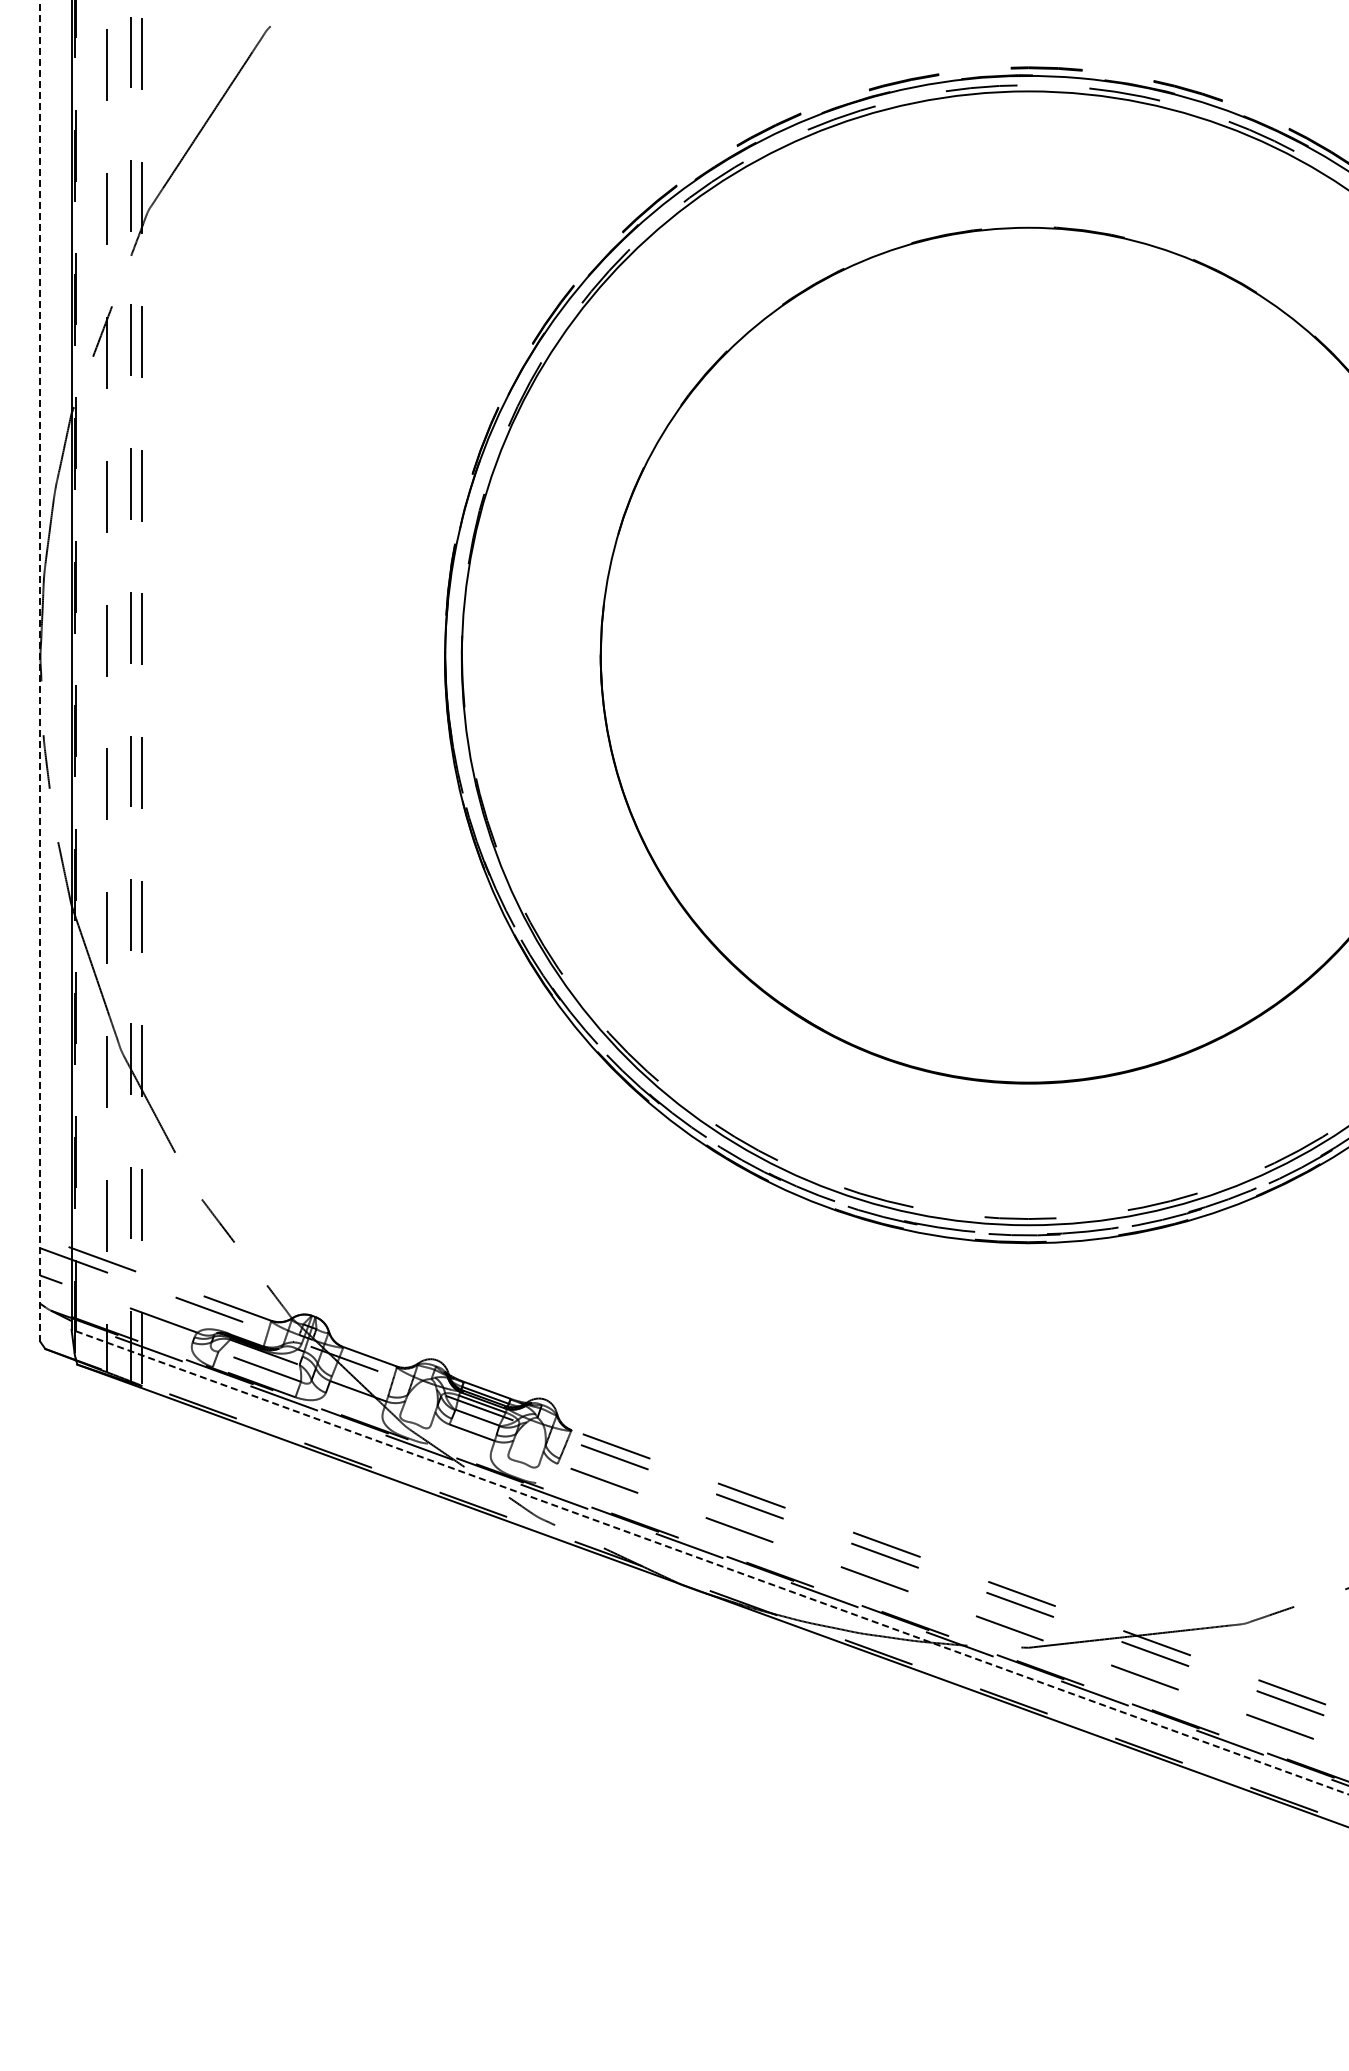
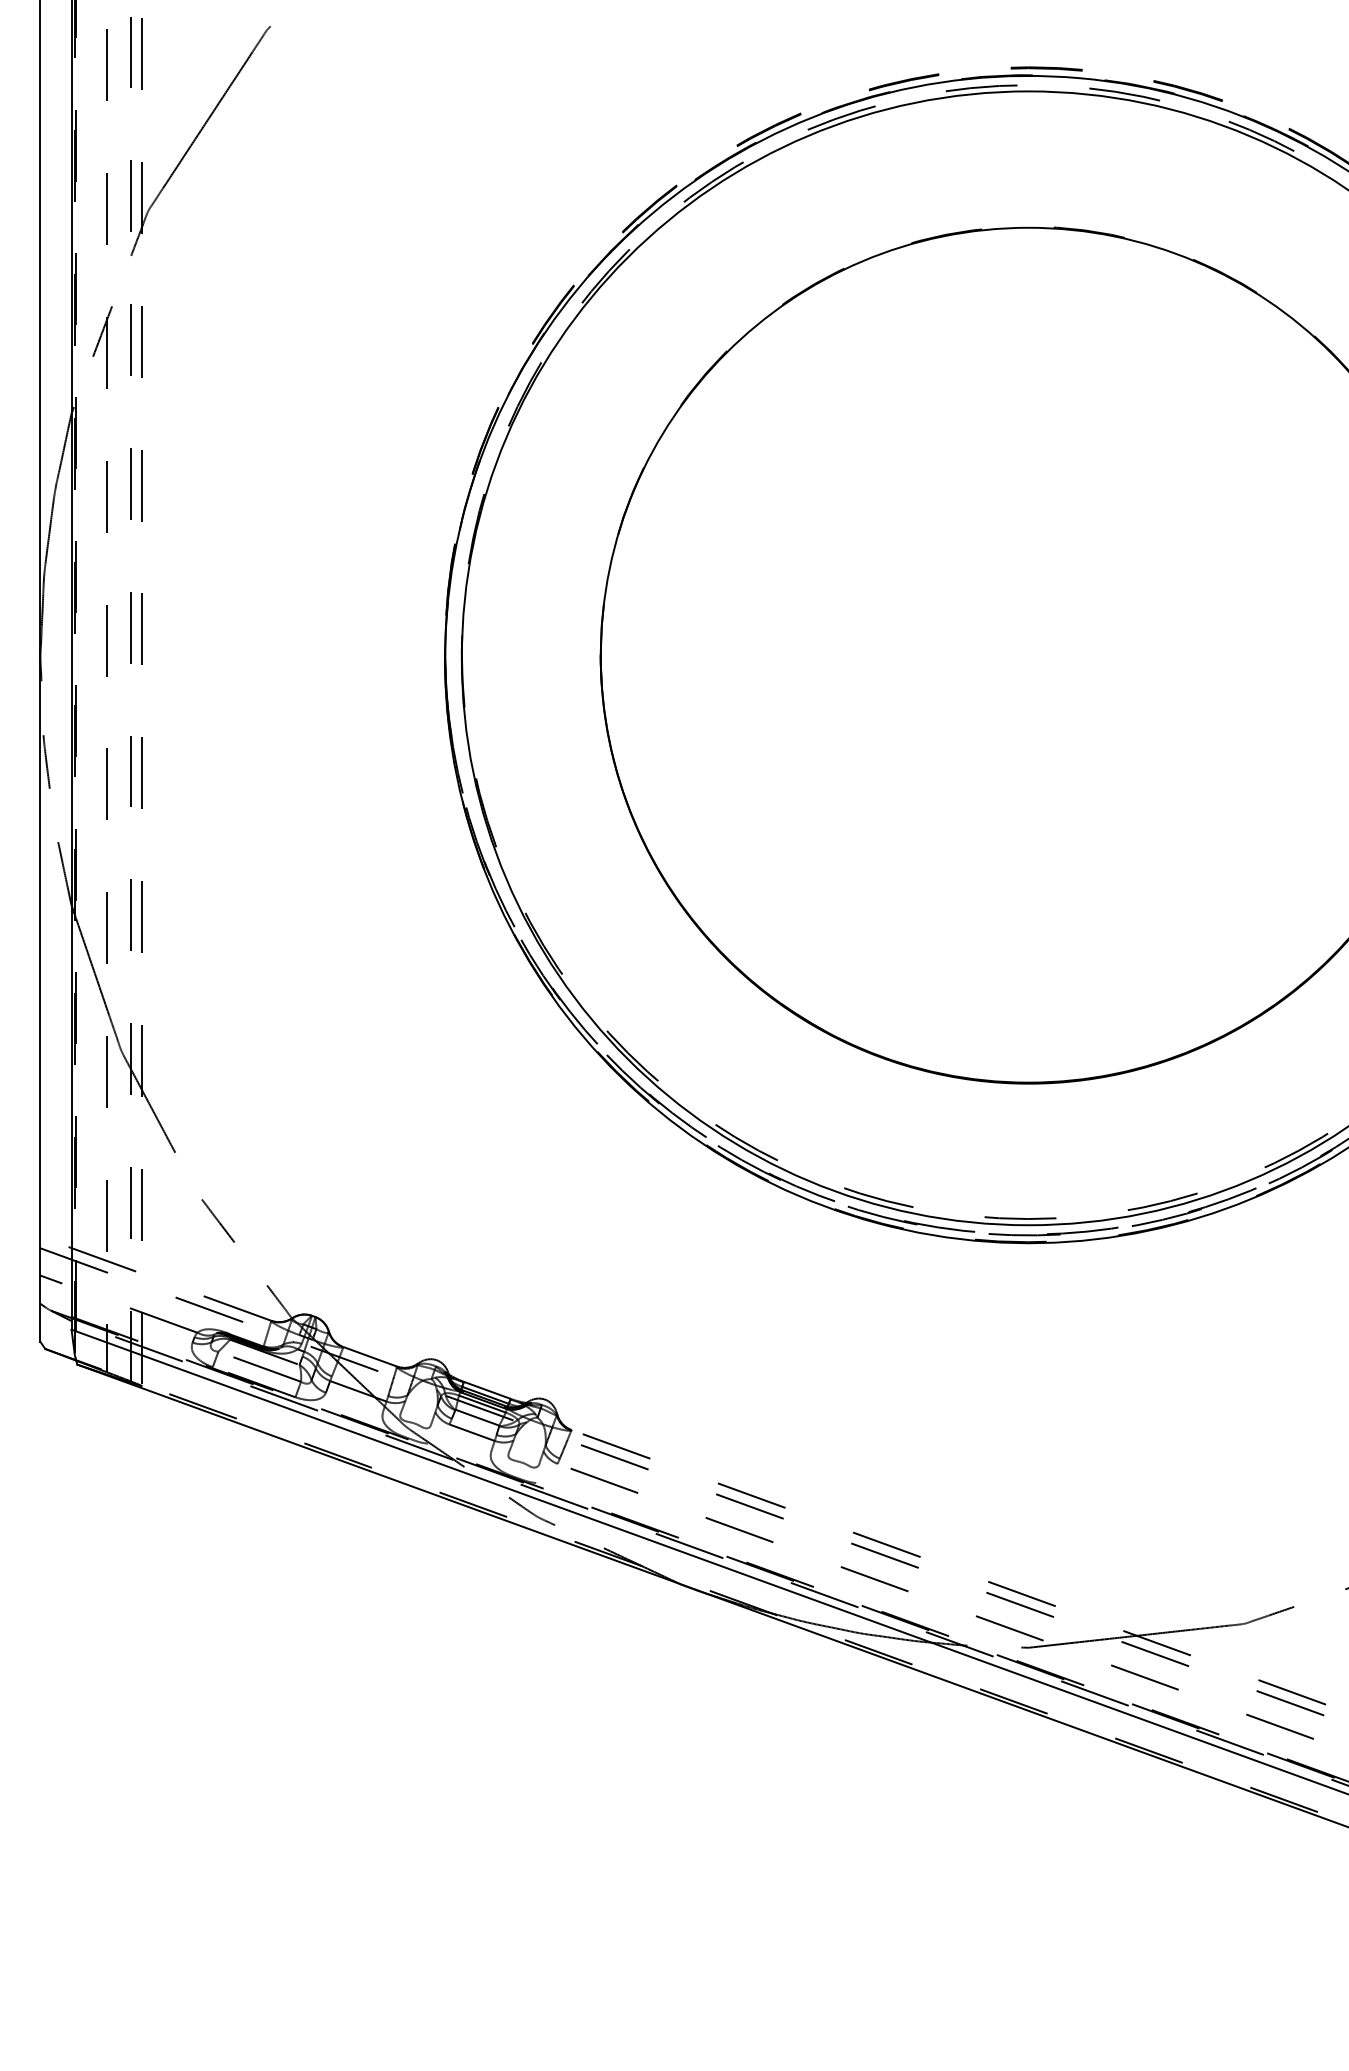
line at (40, 671): dashed -> solid
line at (709, 1561): dashed -> solid
